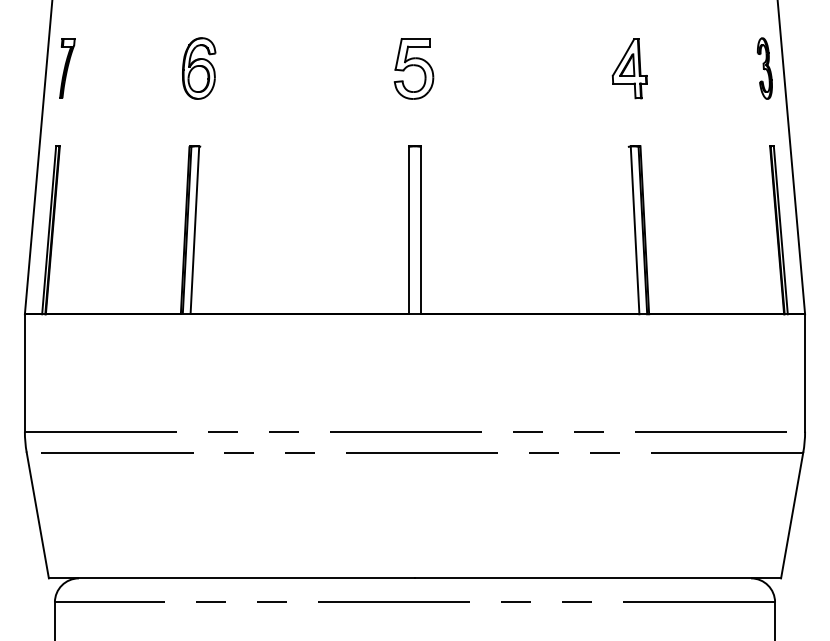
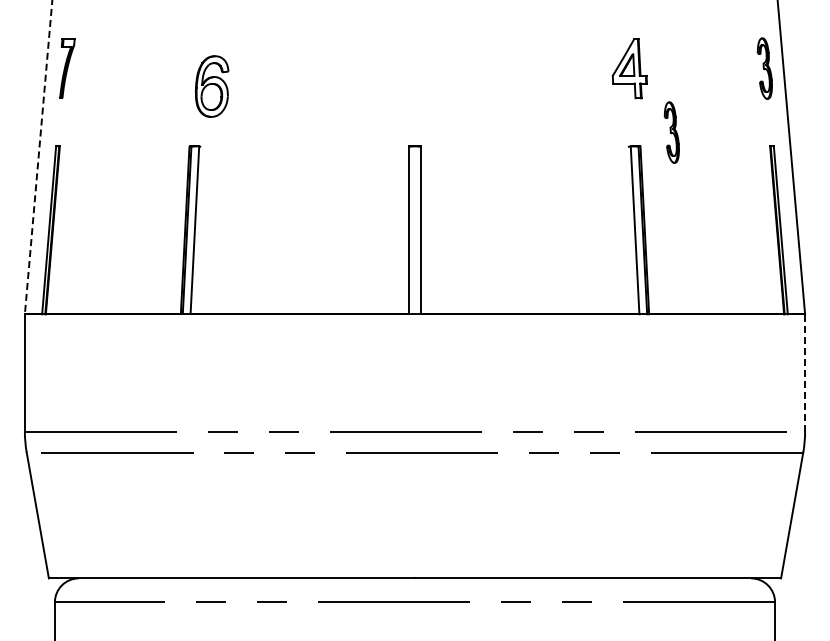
part at (199, 68) position: (199, 68) -> (212, 86)
part at (413, 68): present -> none
part at (671, 132): none -> present
line at (38, 158): solid -> dashed
line at (805, 373): solid -> dashed
